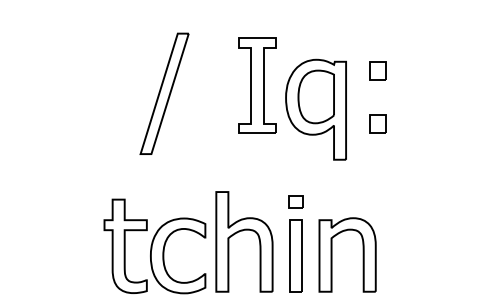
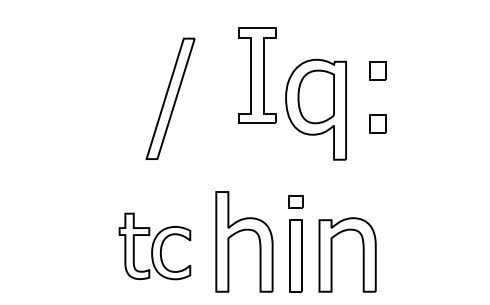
part at (257, 85) position: (257, 85) -> (257, 75)
part at (164, 93) position: (164, 93) -> (170, 98)
part at (154, 246) size: 104x97 px -> 74x69 px
